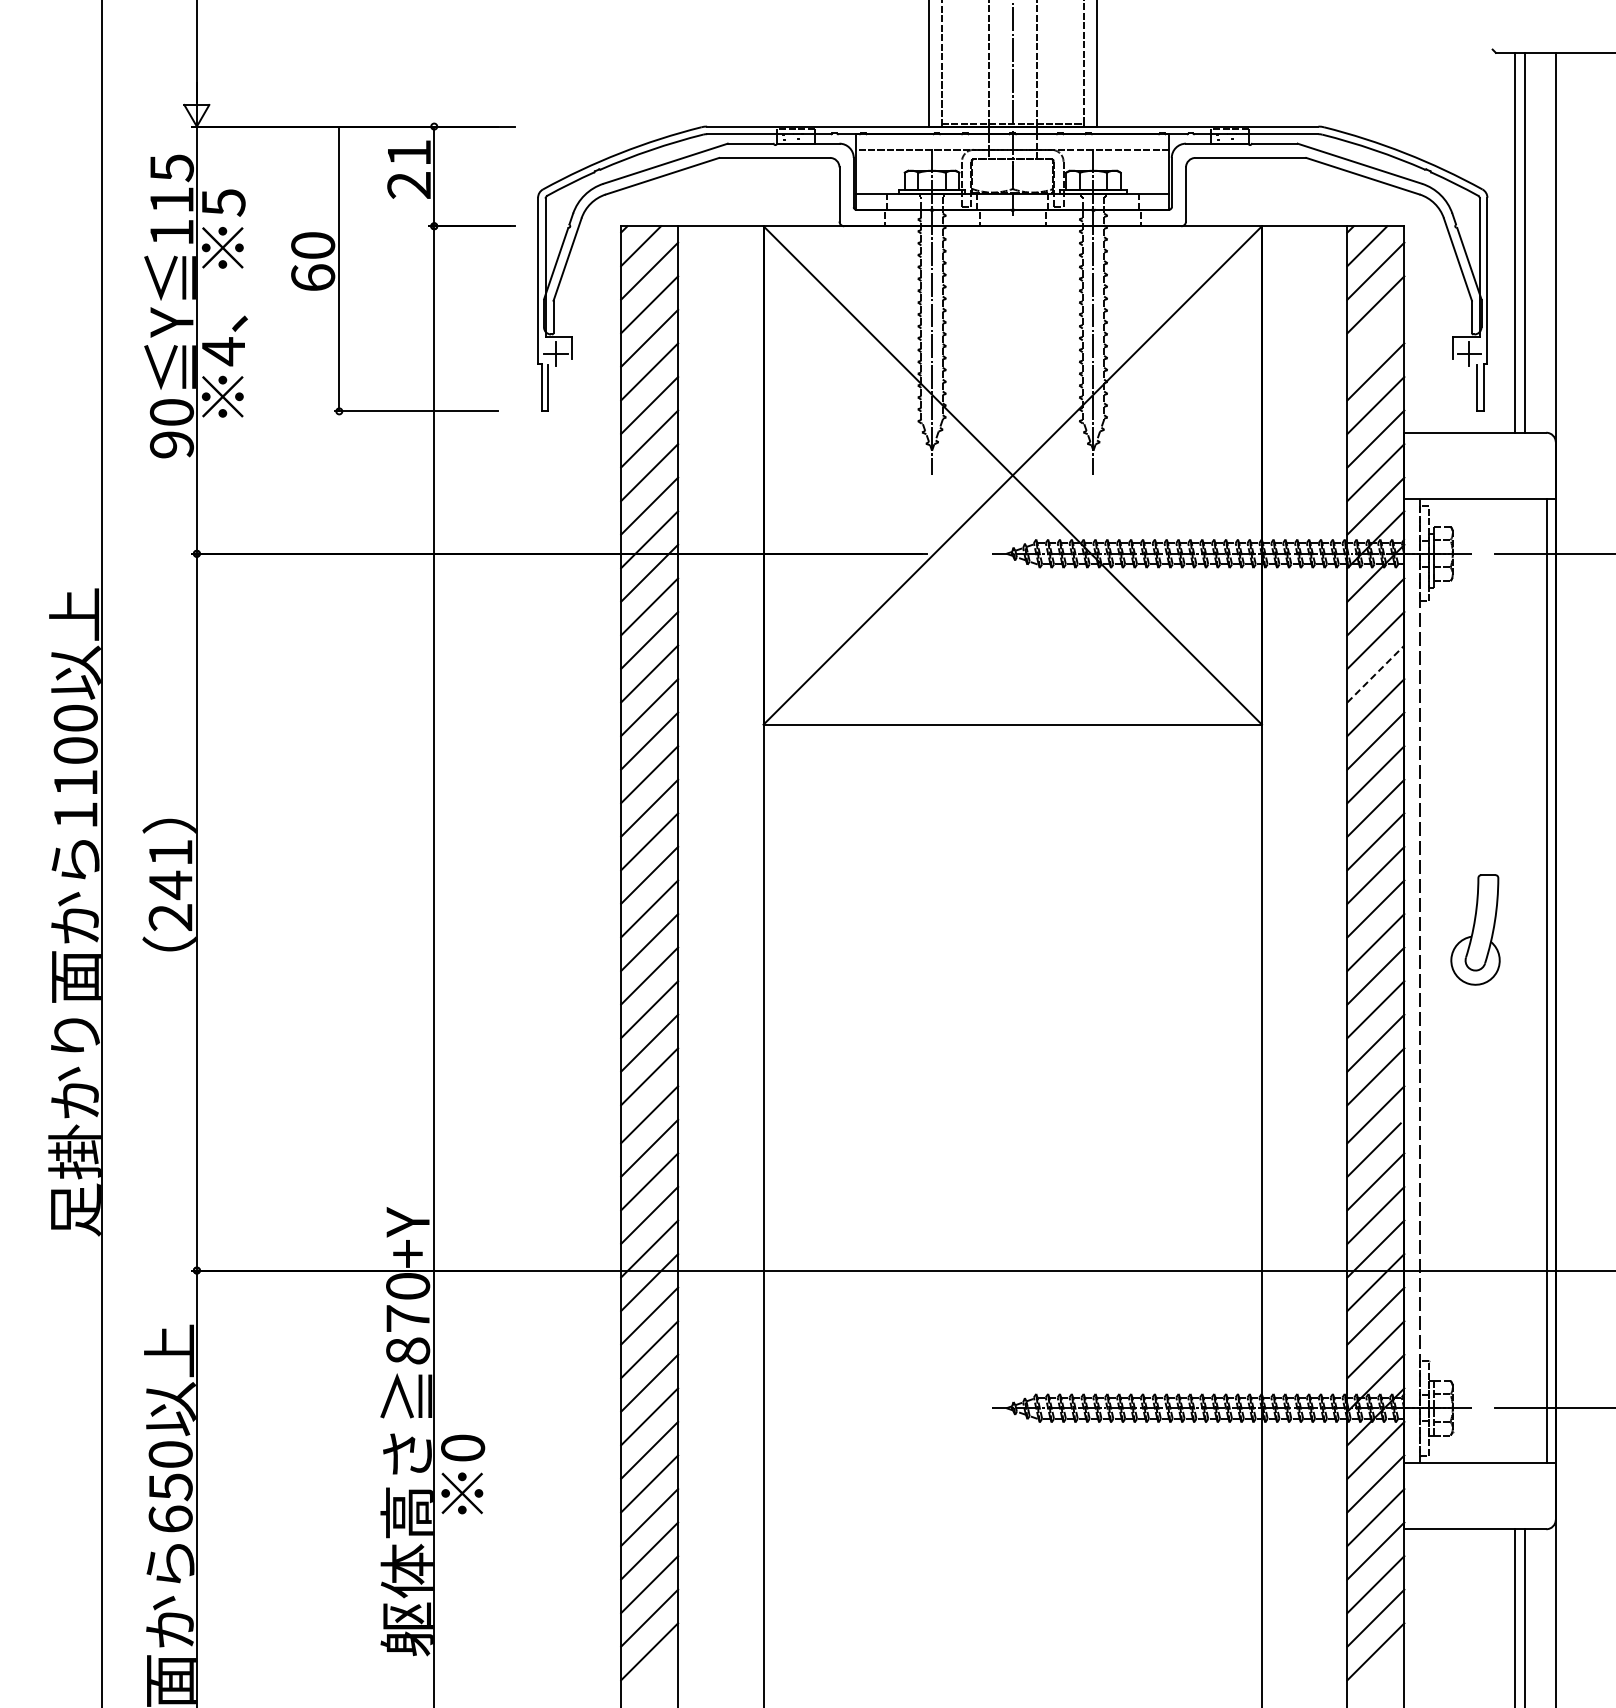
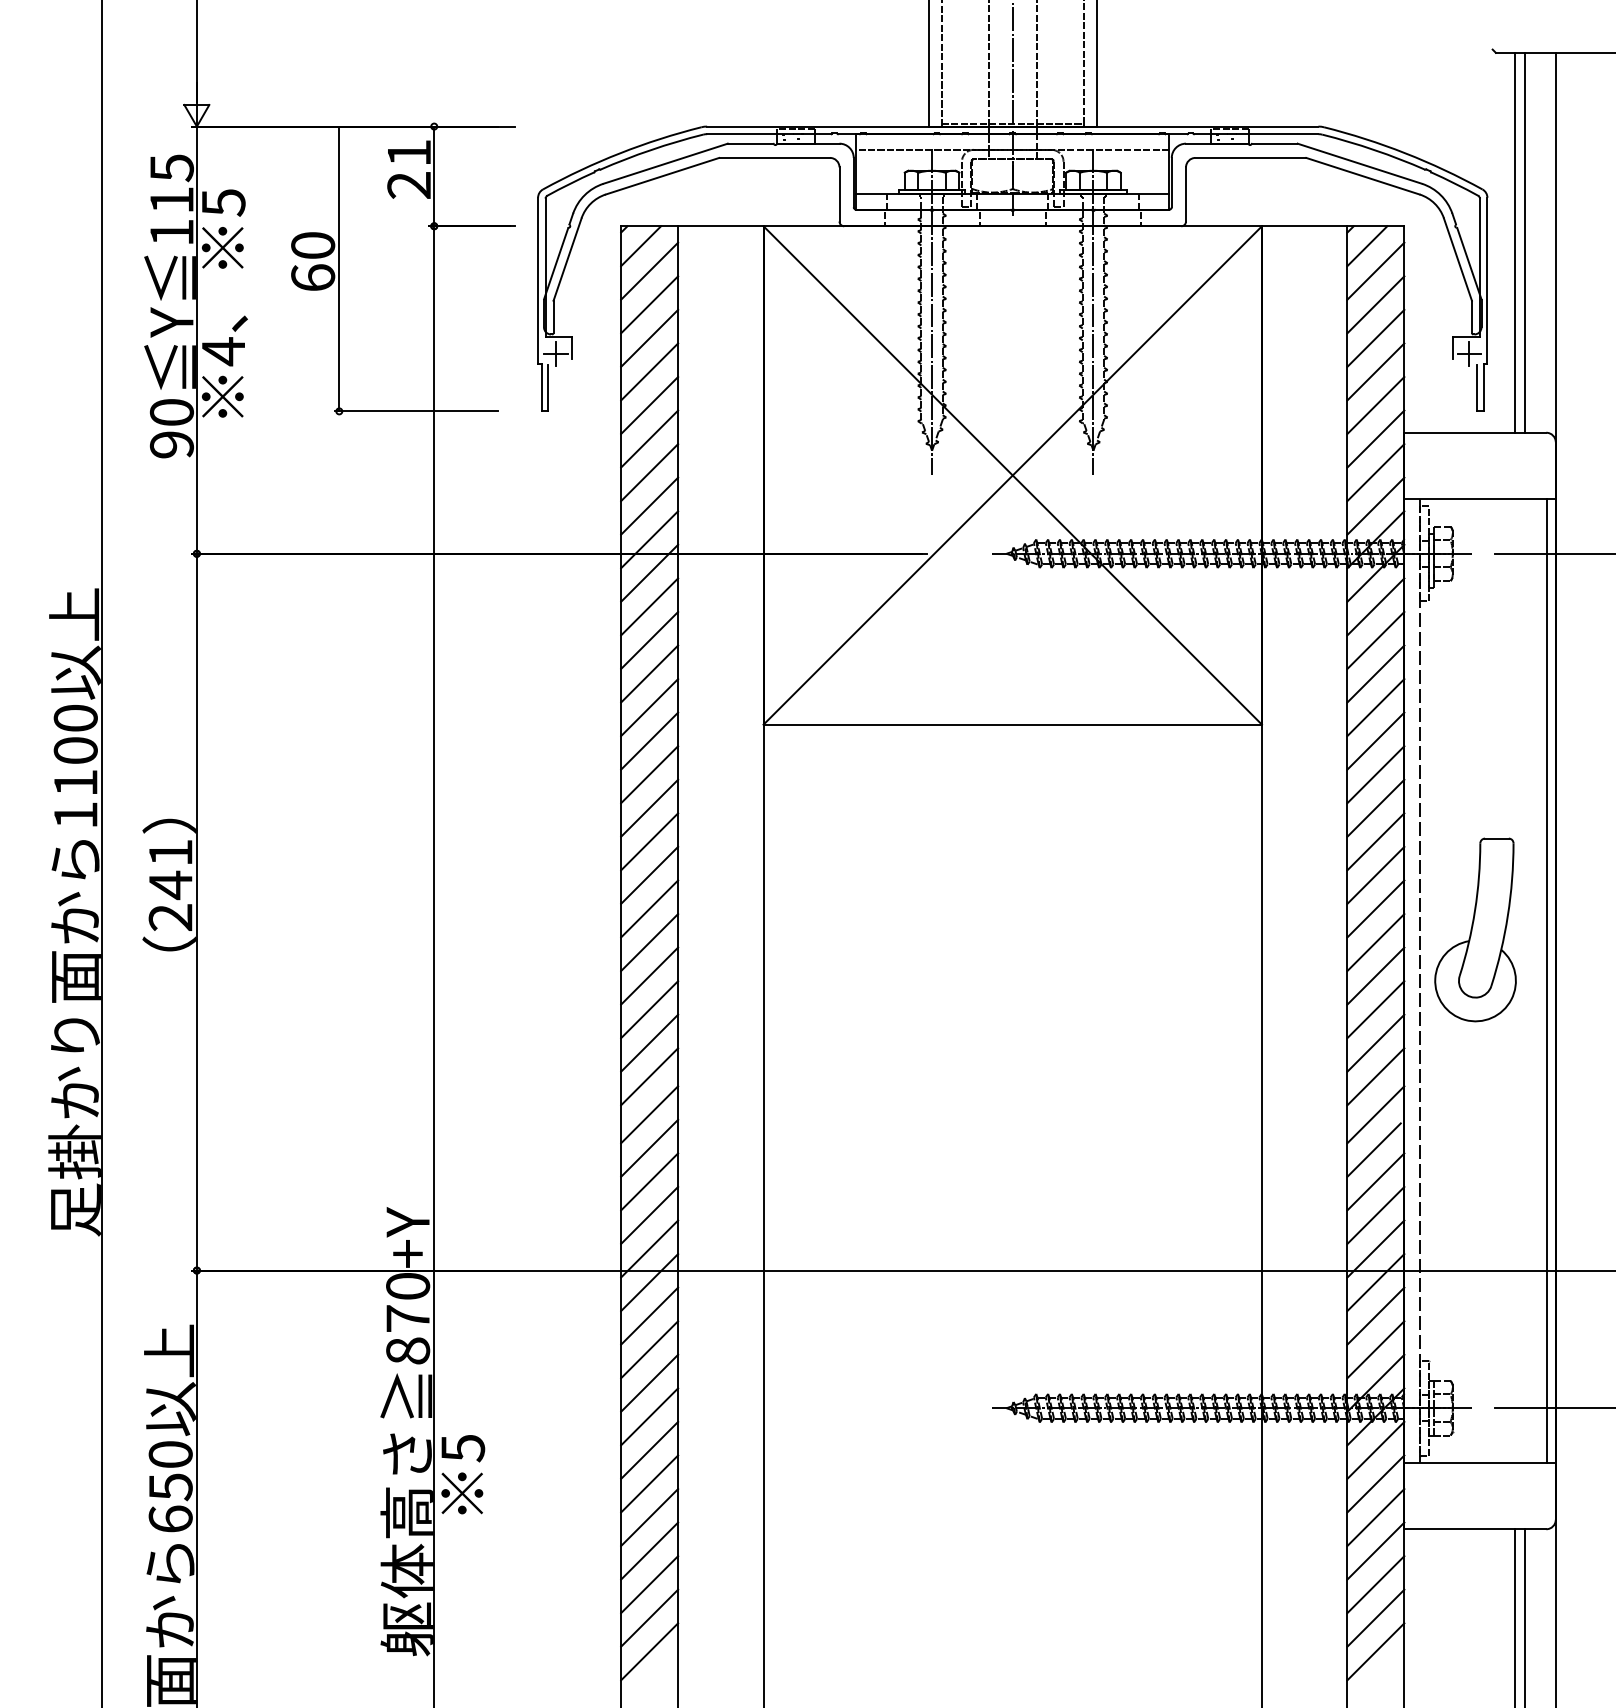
line at (1375, 337): none -> present
line at (1376, 673): dashed -> solid
part at (1475, 929) size: 51x112 px -> 83x186 px
text at (463, 1448): 0 -> 5
